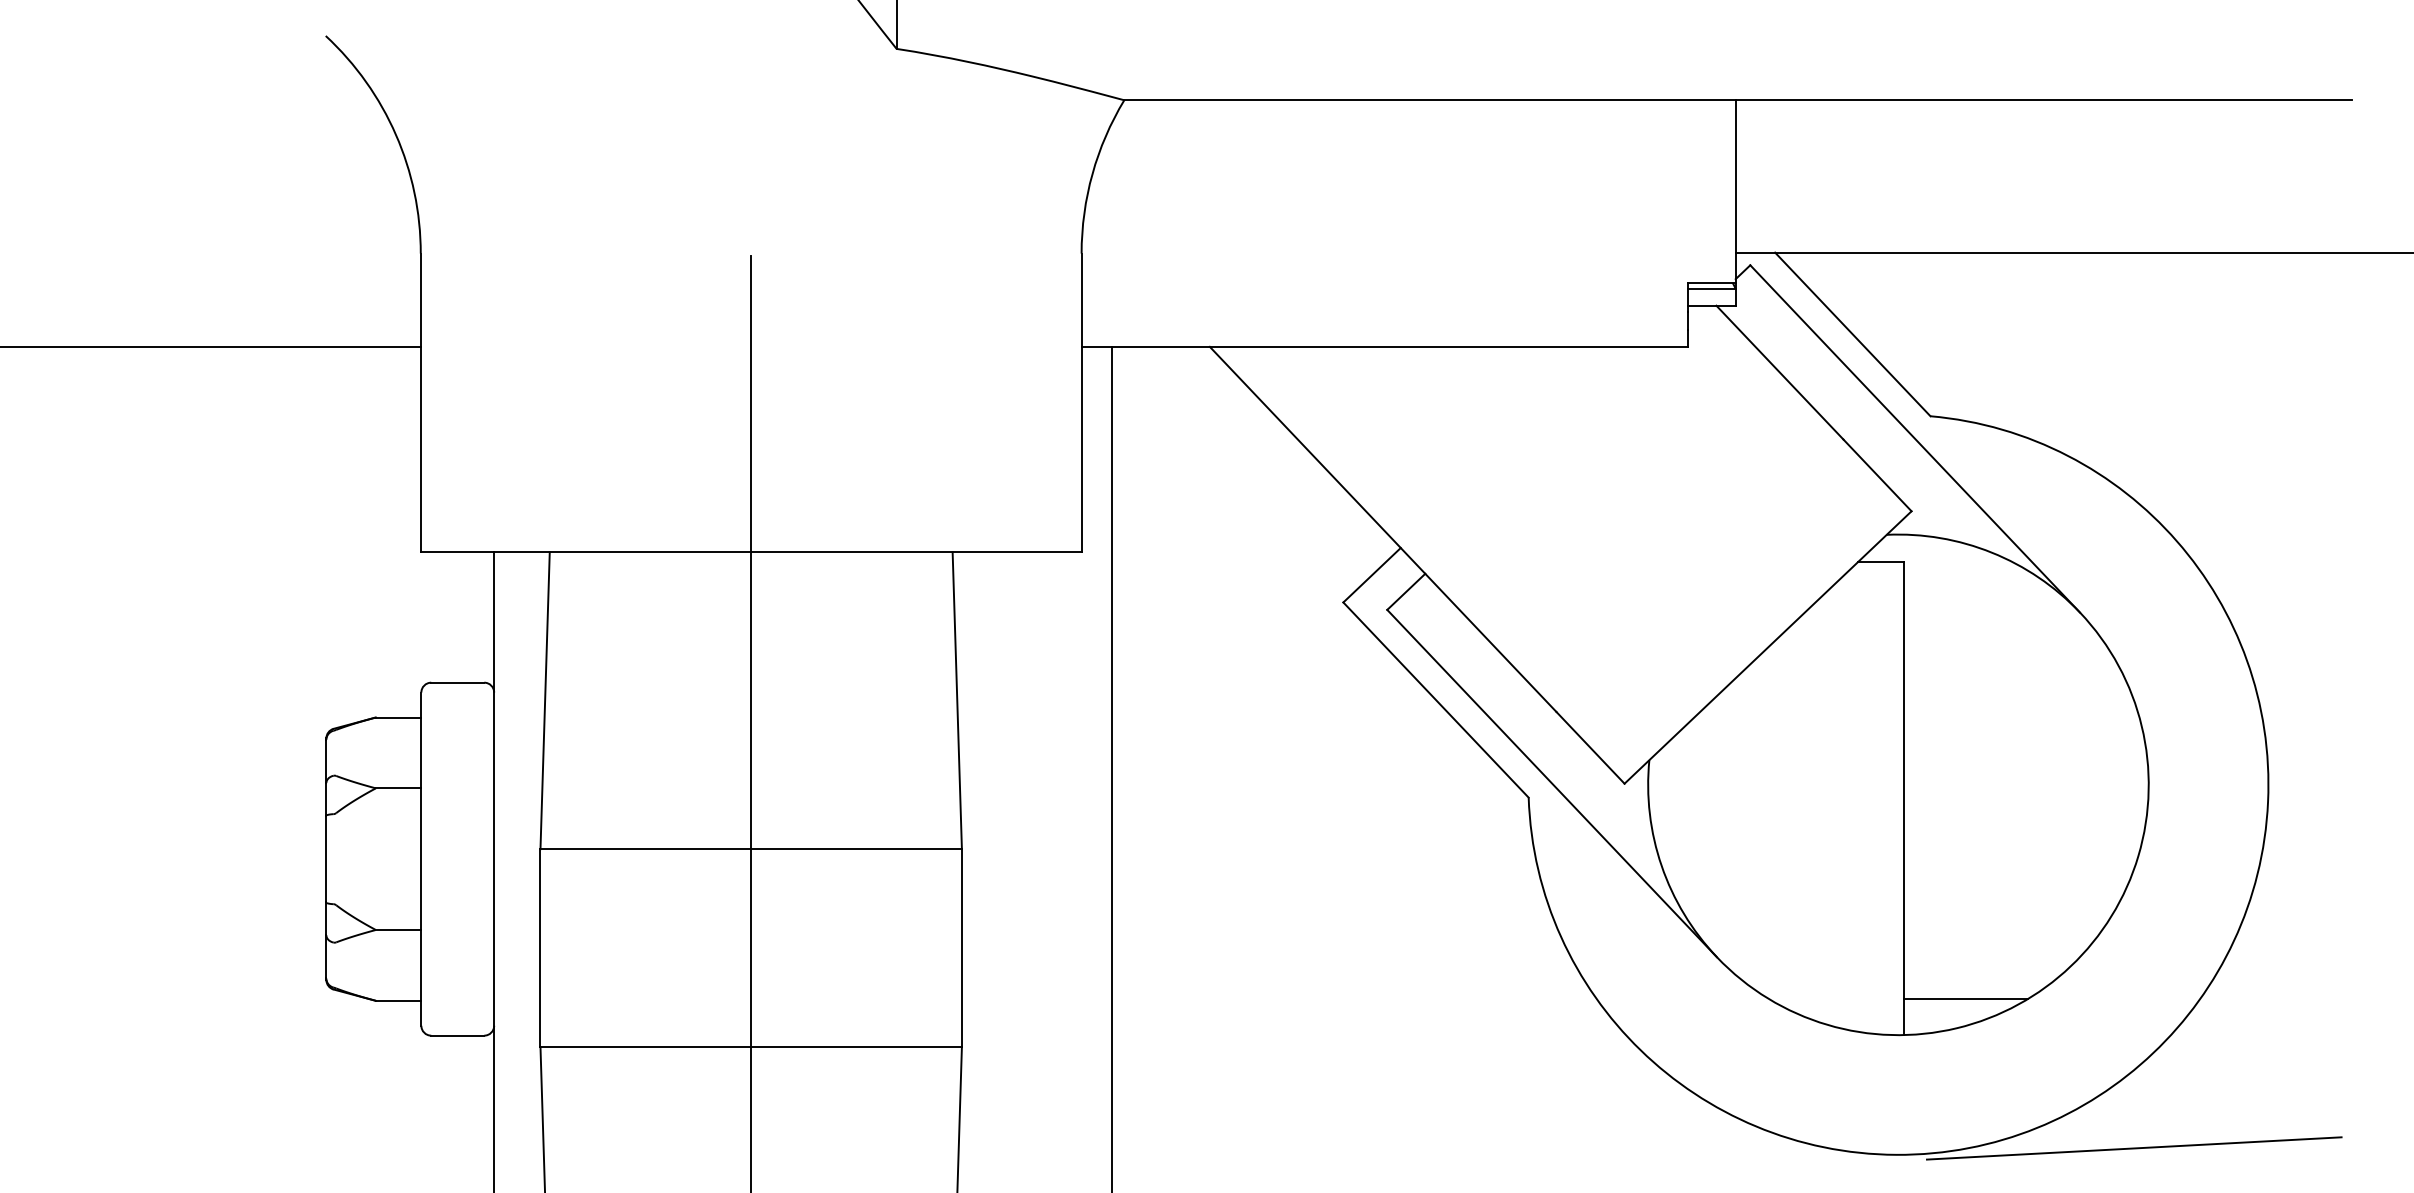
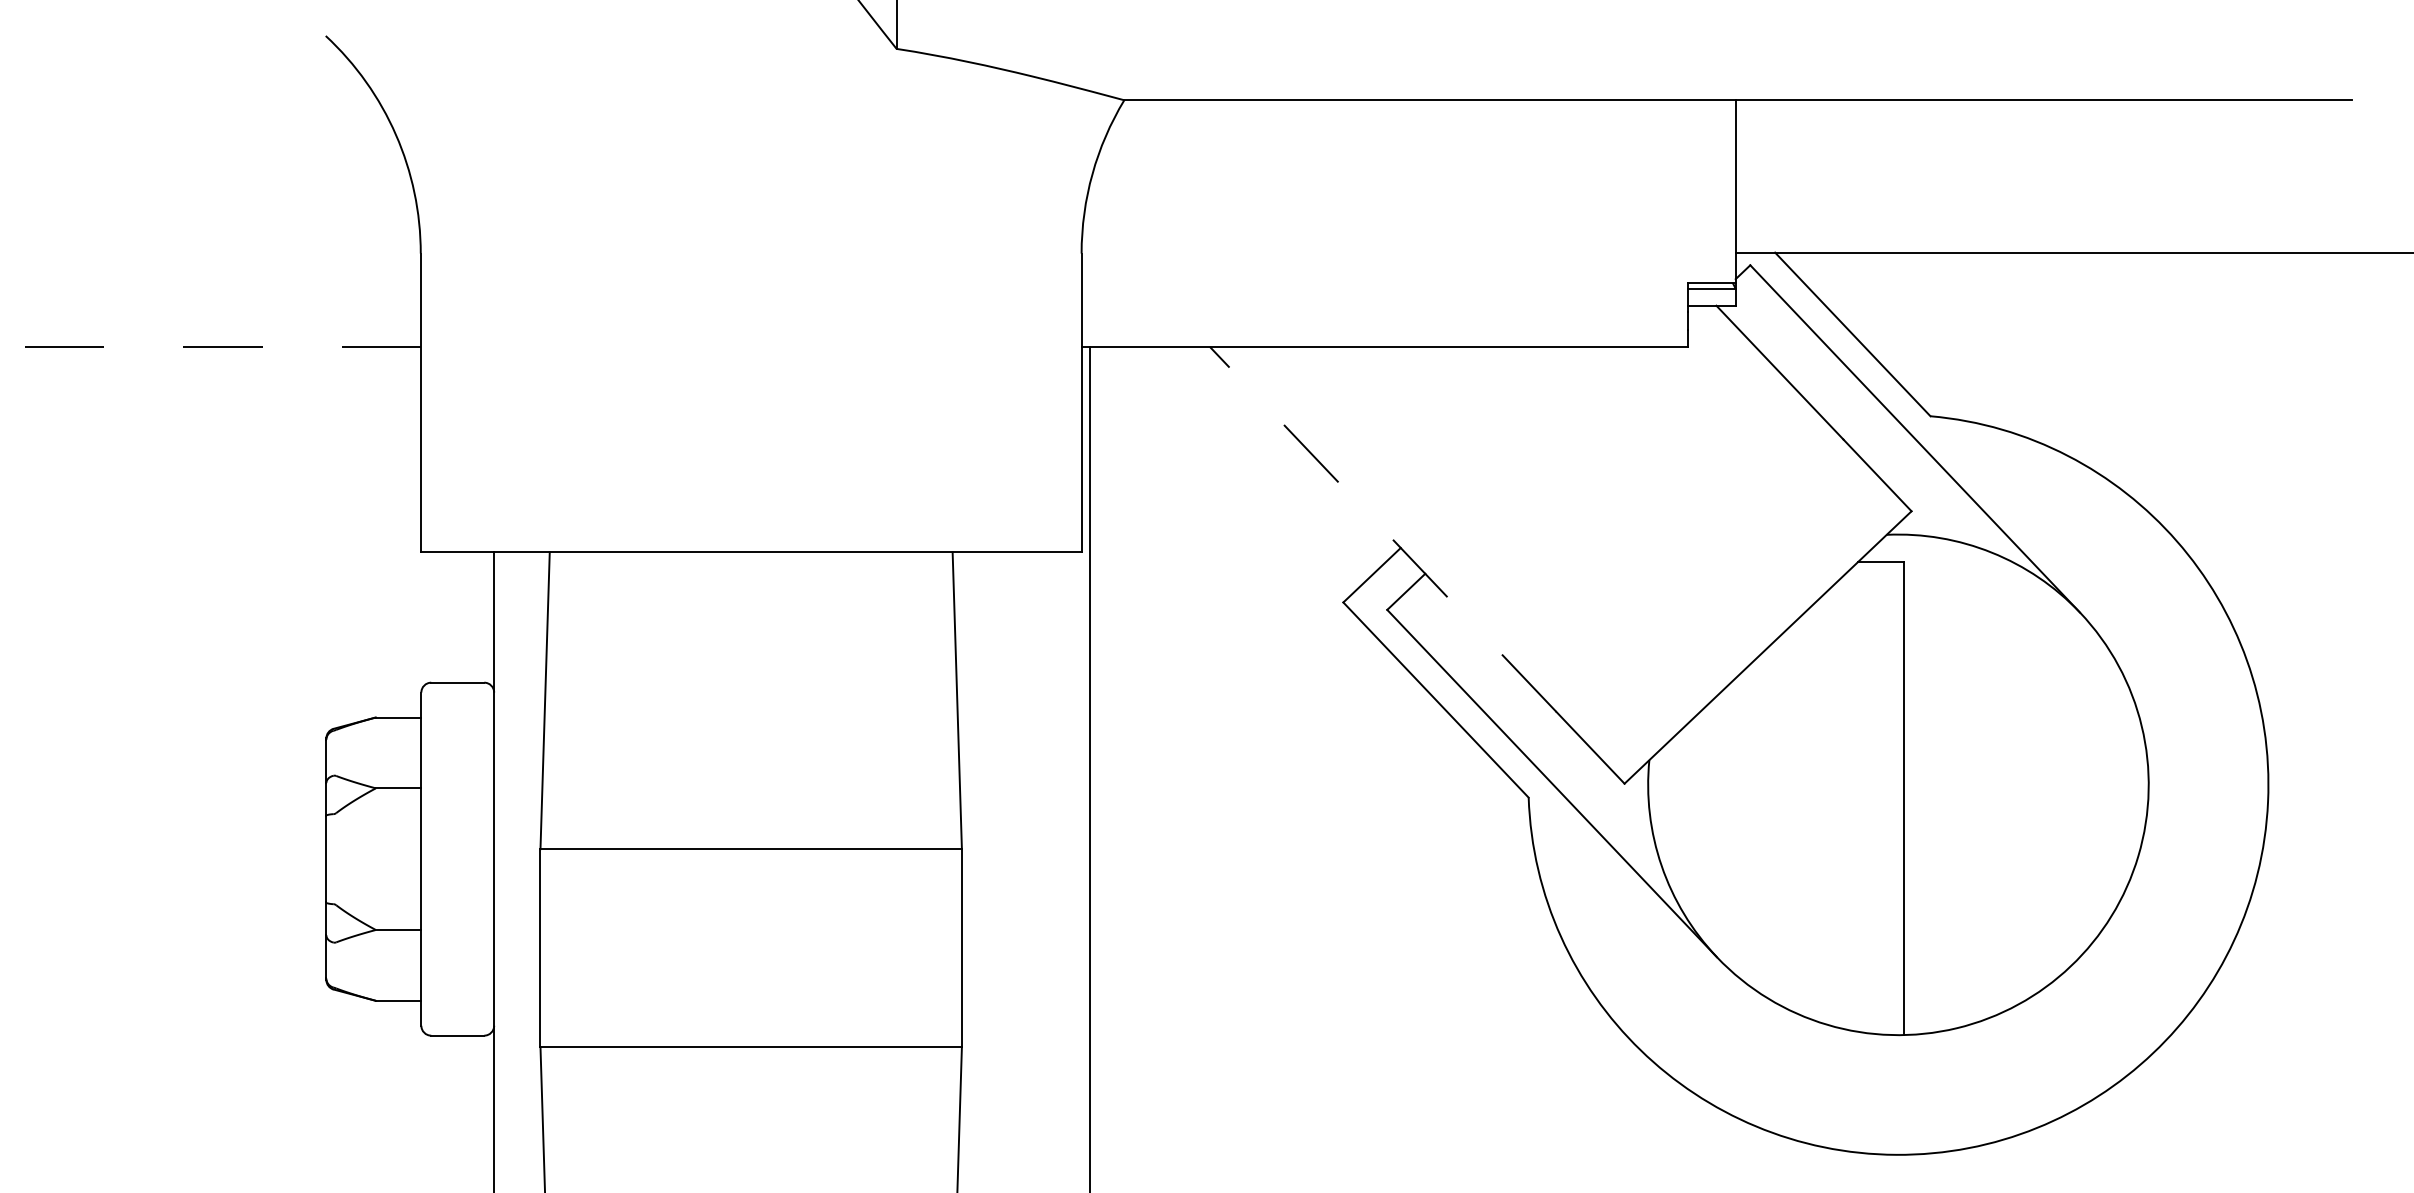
line at (209, 347): solid -> dashed
line at (1383, 529): solid -> dashed
line at (751, 722): present -> none
line at (1112, 767) position: (1112, 767) -> (1090, 767)
line at (1965, 999): present -> none
line at (2133, 1148): present -> none
